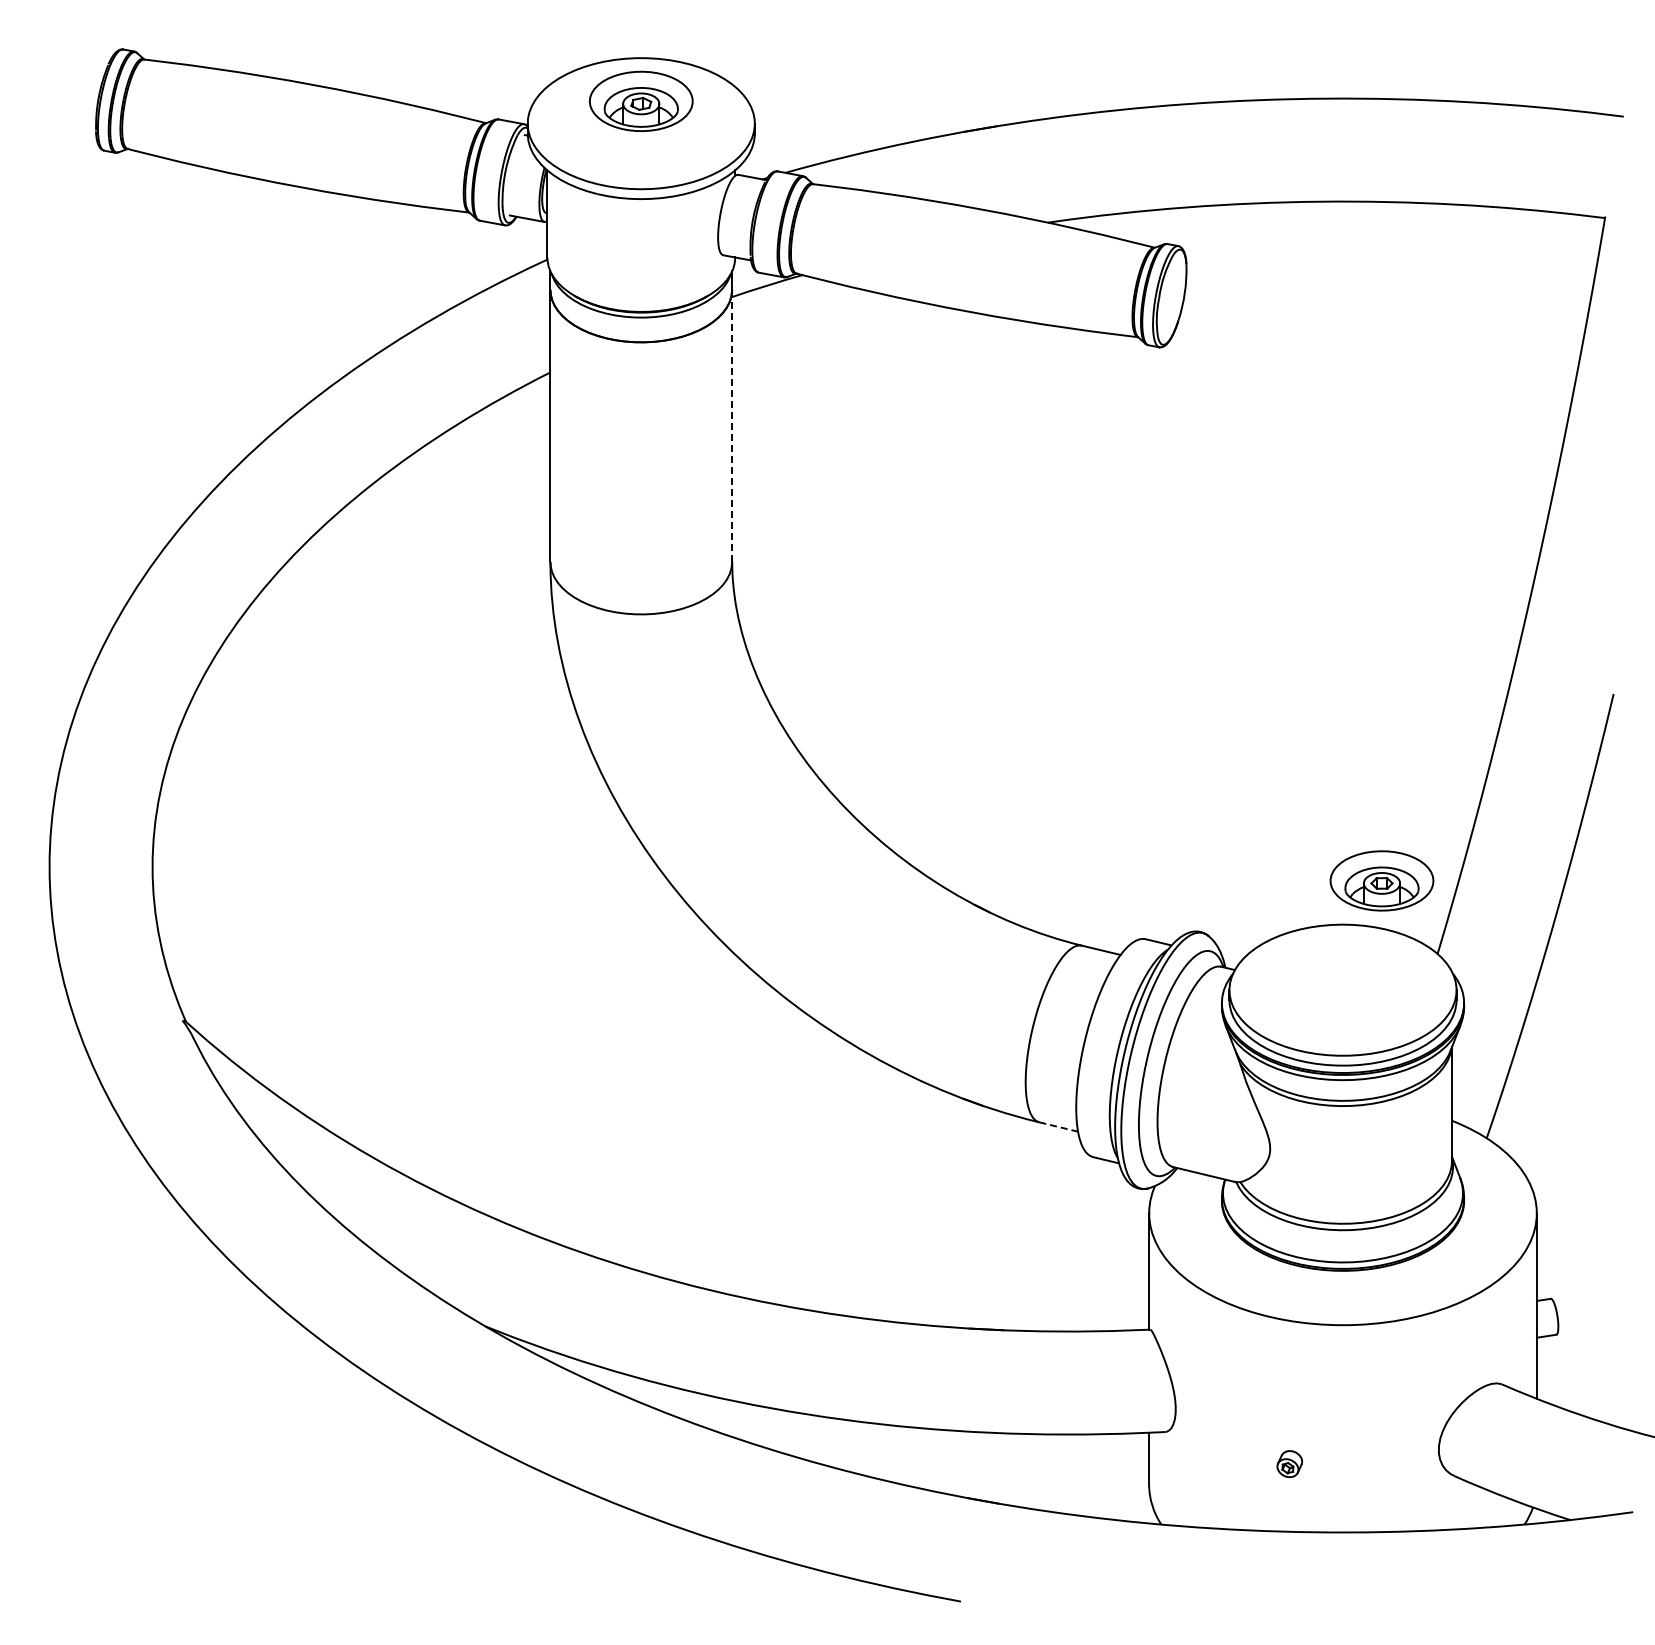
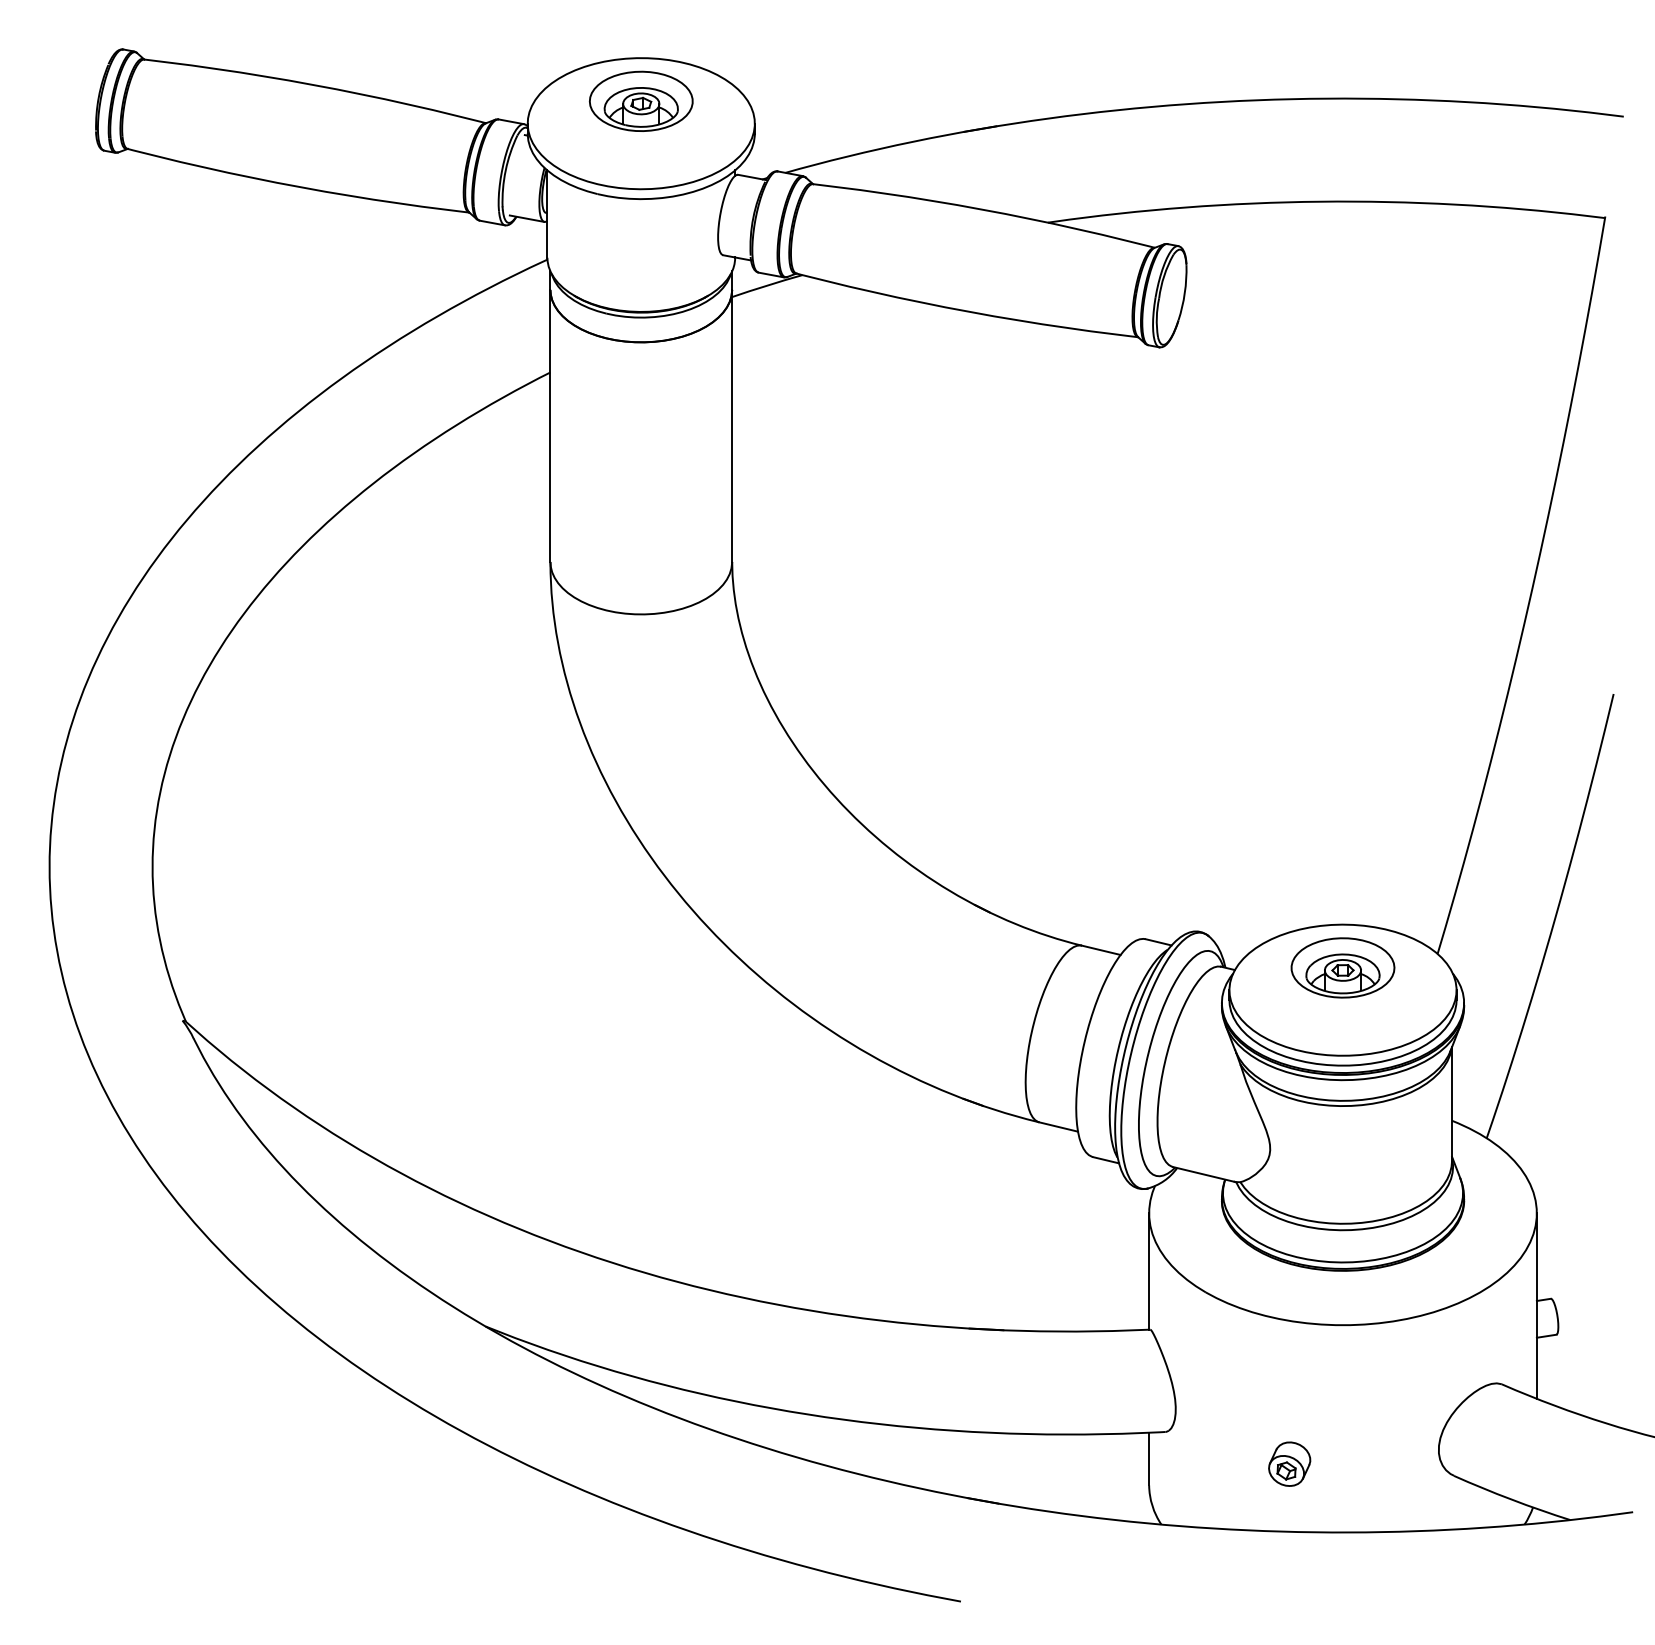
line at (732, 425): dashed -> solid
part at (1381, 880) position: (1381, 880) -> (1342, 967)
line at (1058, 1127): dashed -> solid
part at (1289, 1464) size: 28x29 px -> 44x46 px
